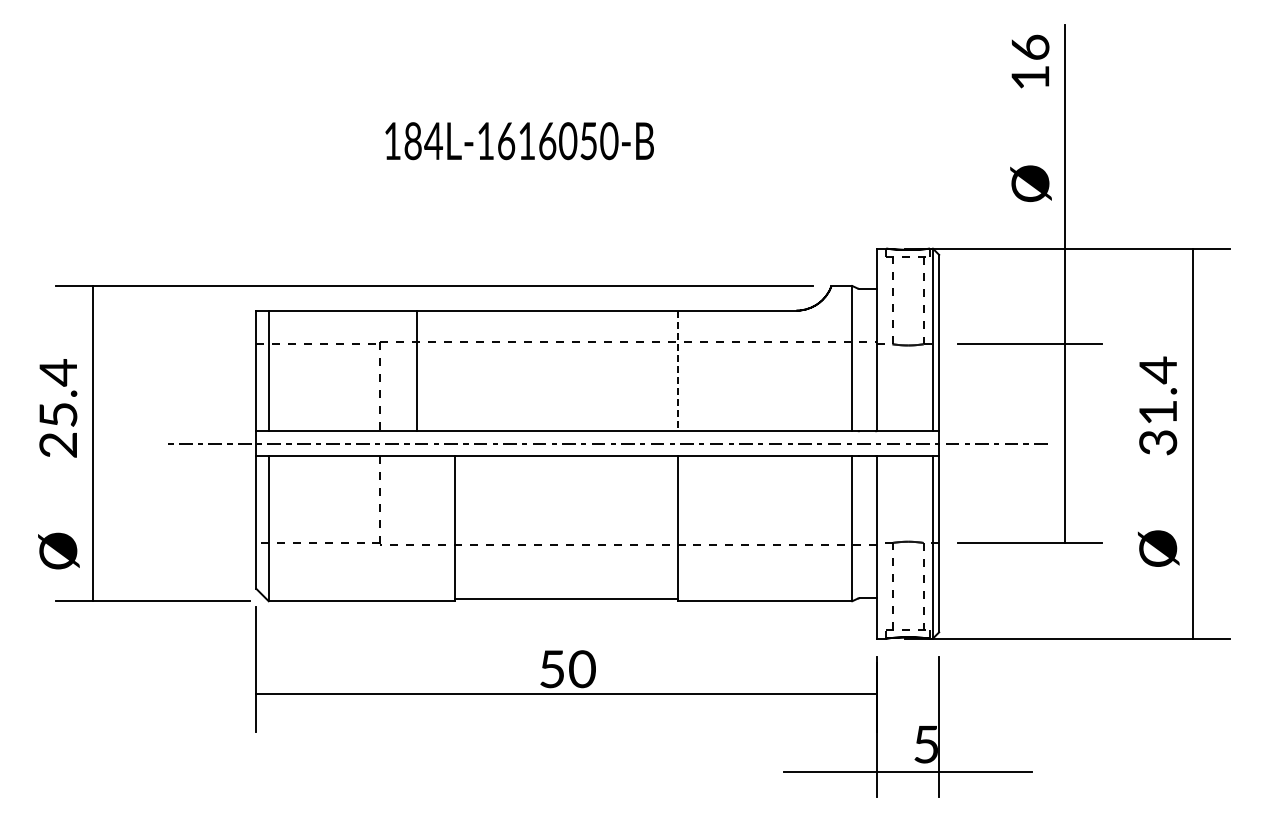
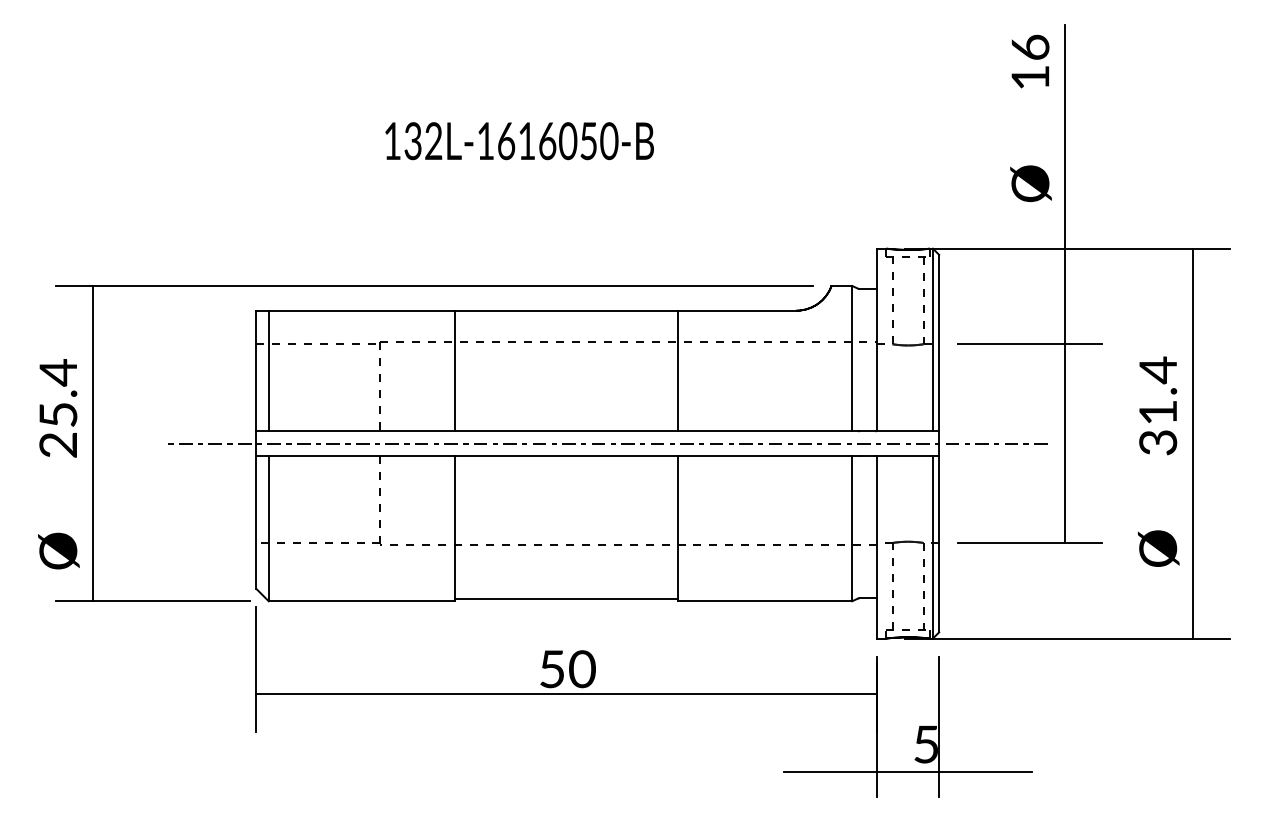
text at (423, 140): 184L-1616050-B -> 132L-1616050-B
line at (416, 370) position: (416, 370) -> (454, 370)
line at (678, 371): dashed -> solid
